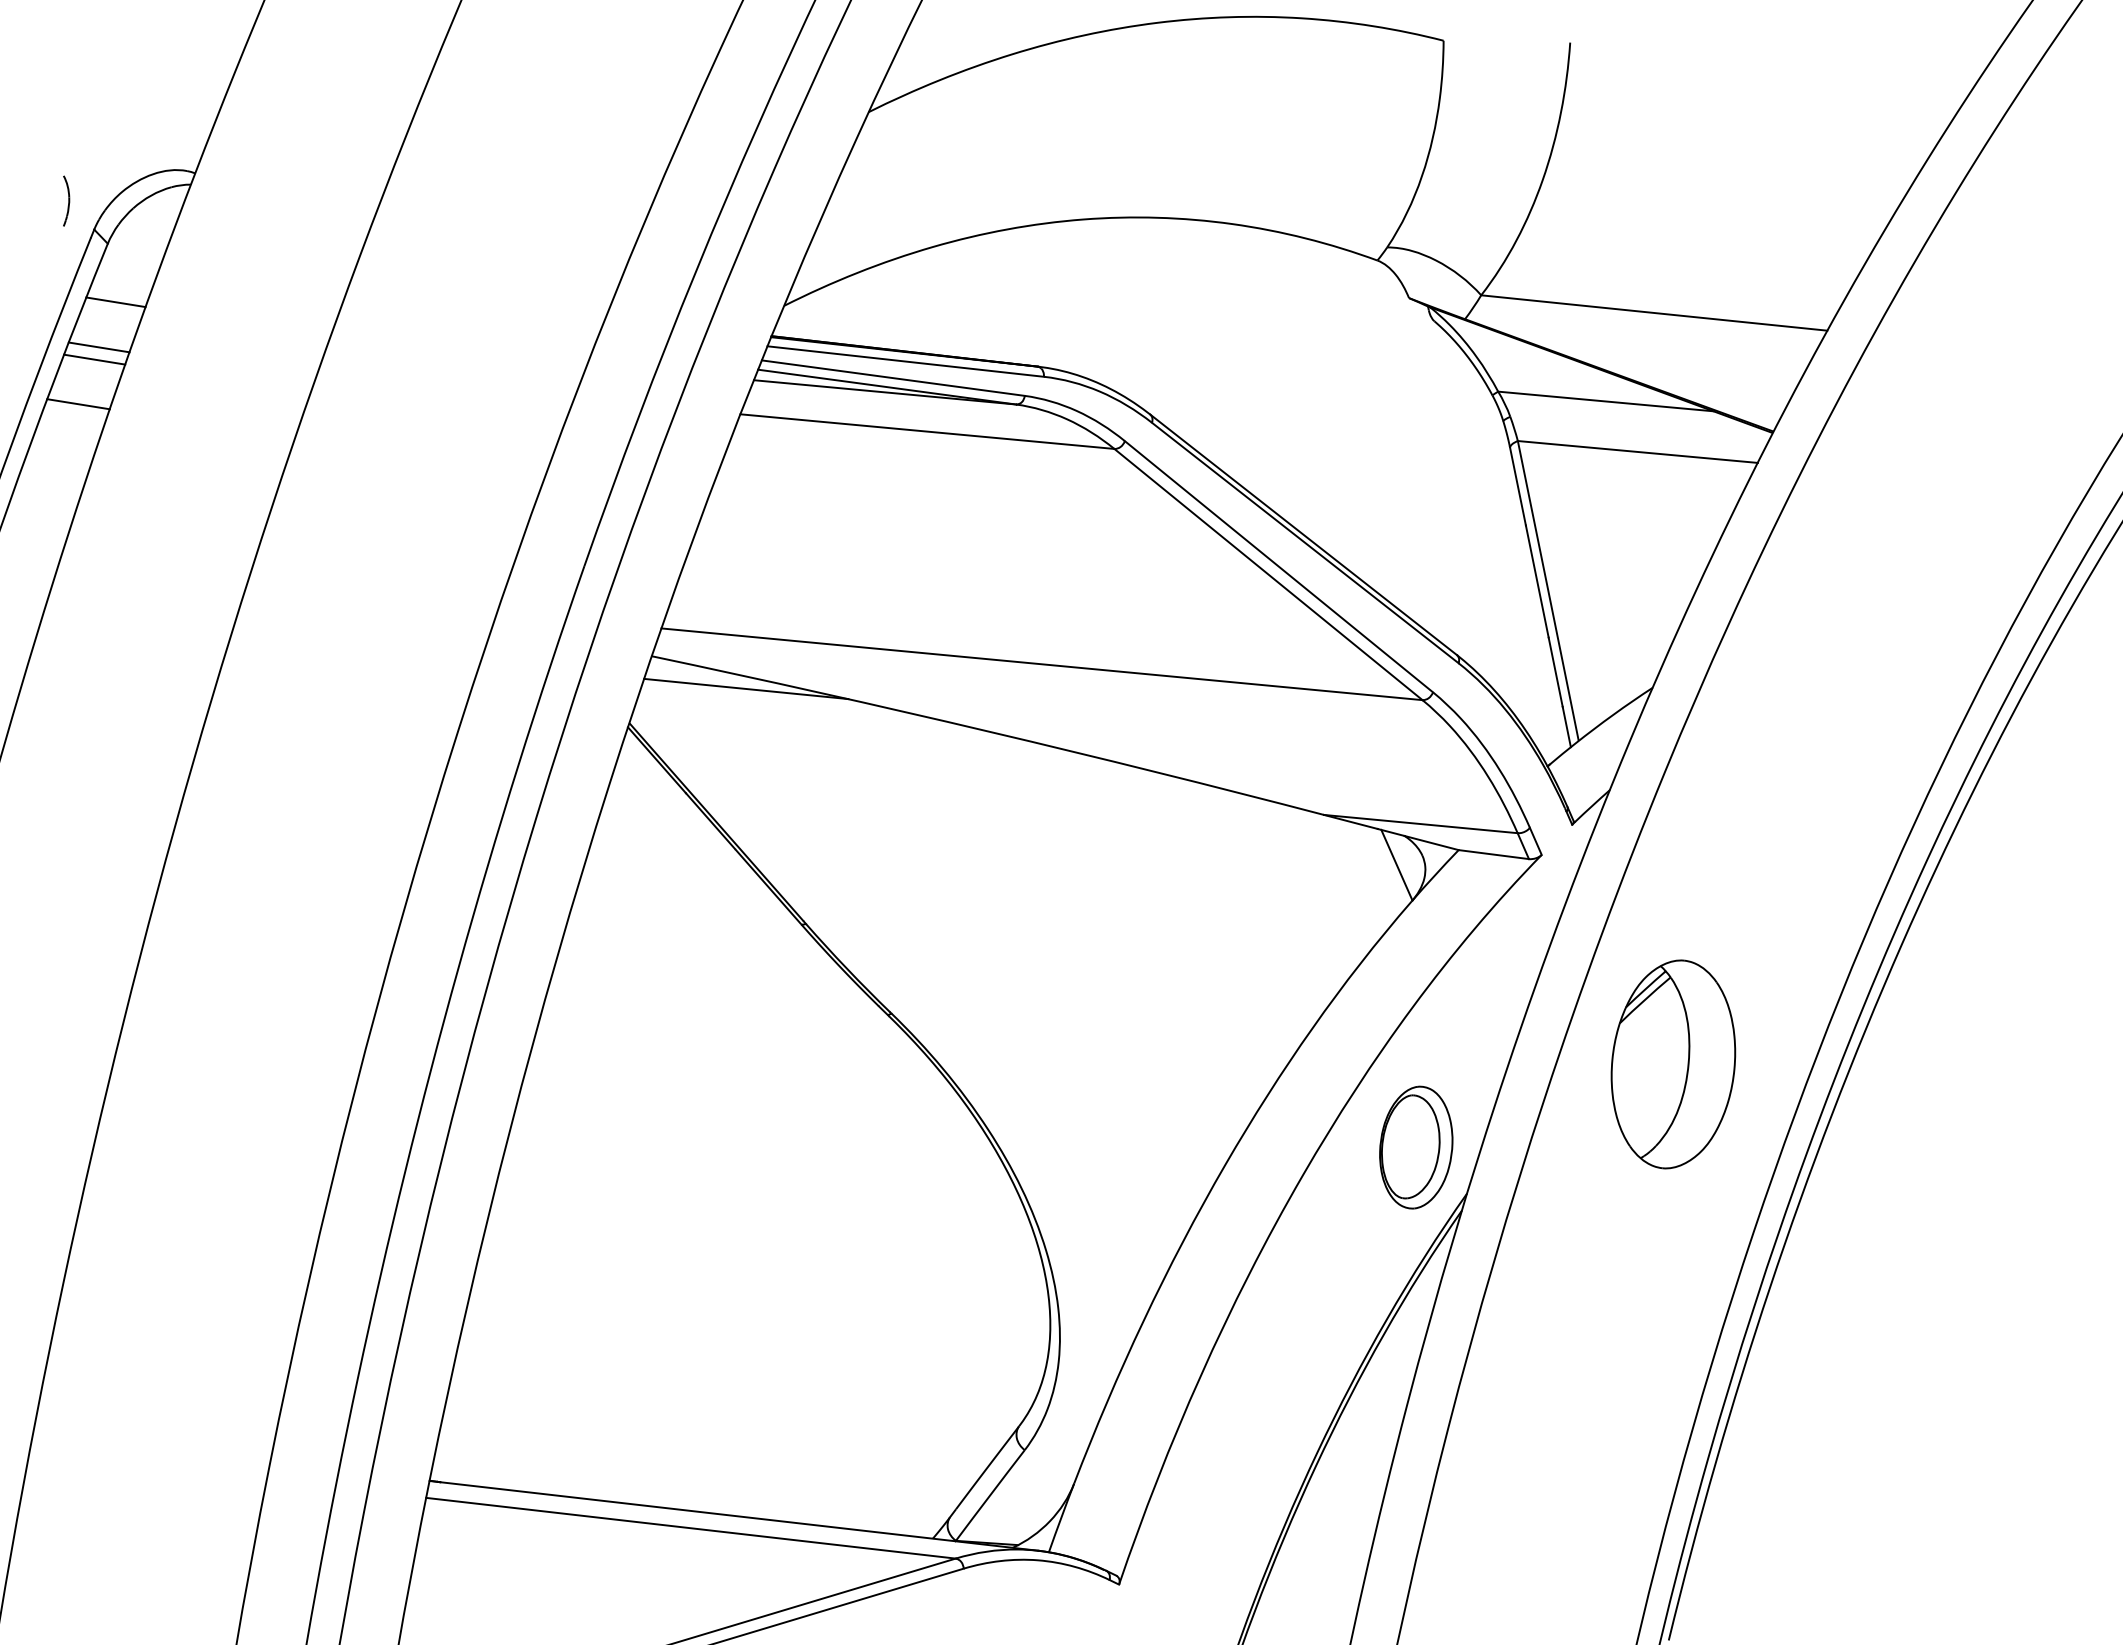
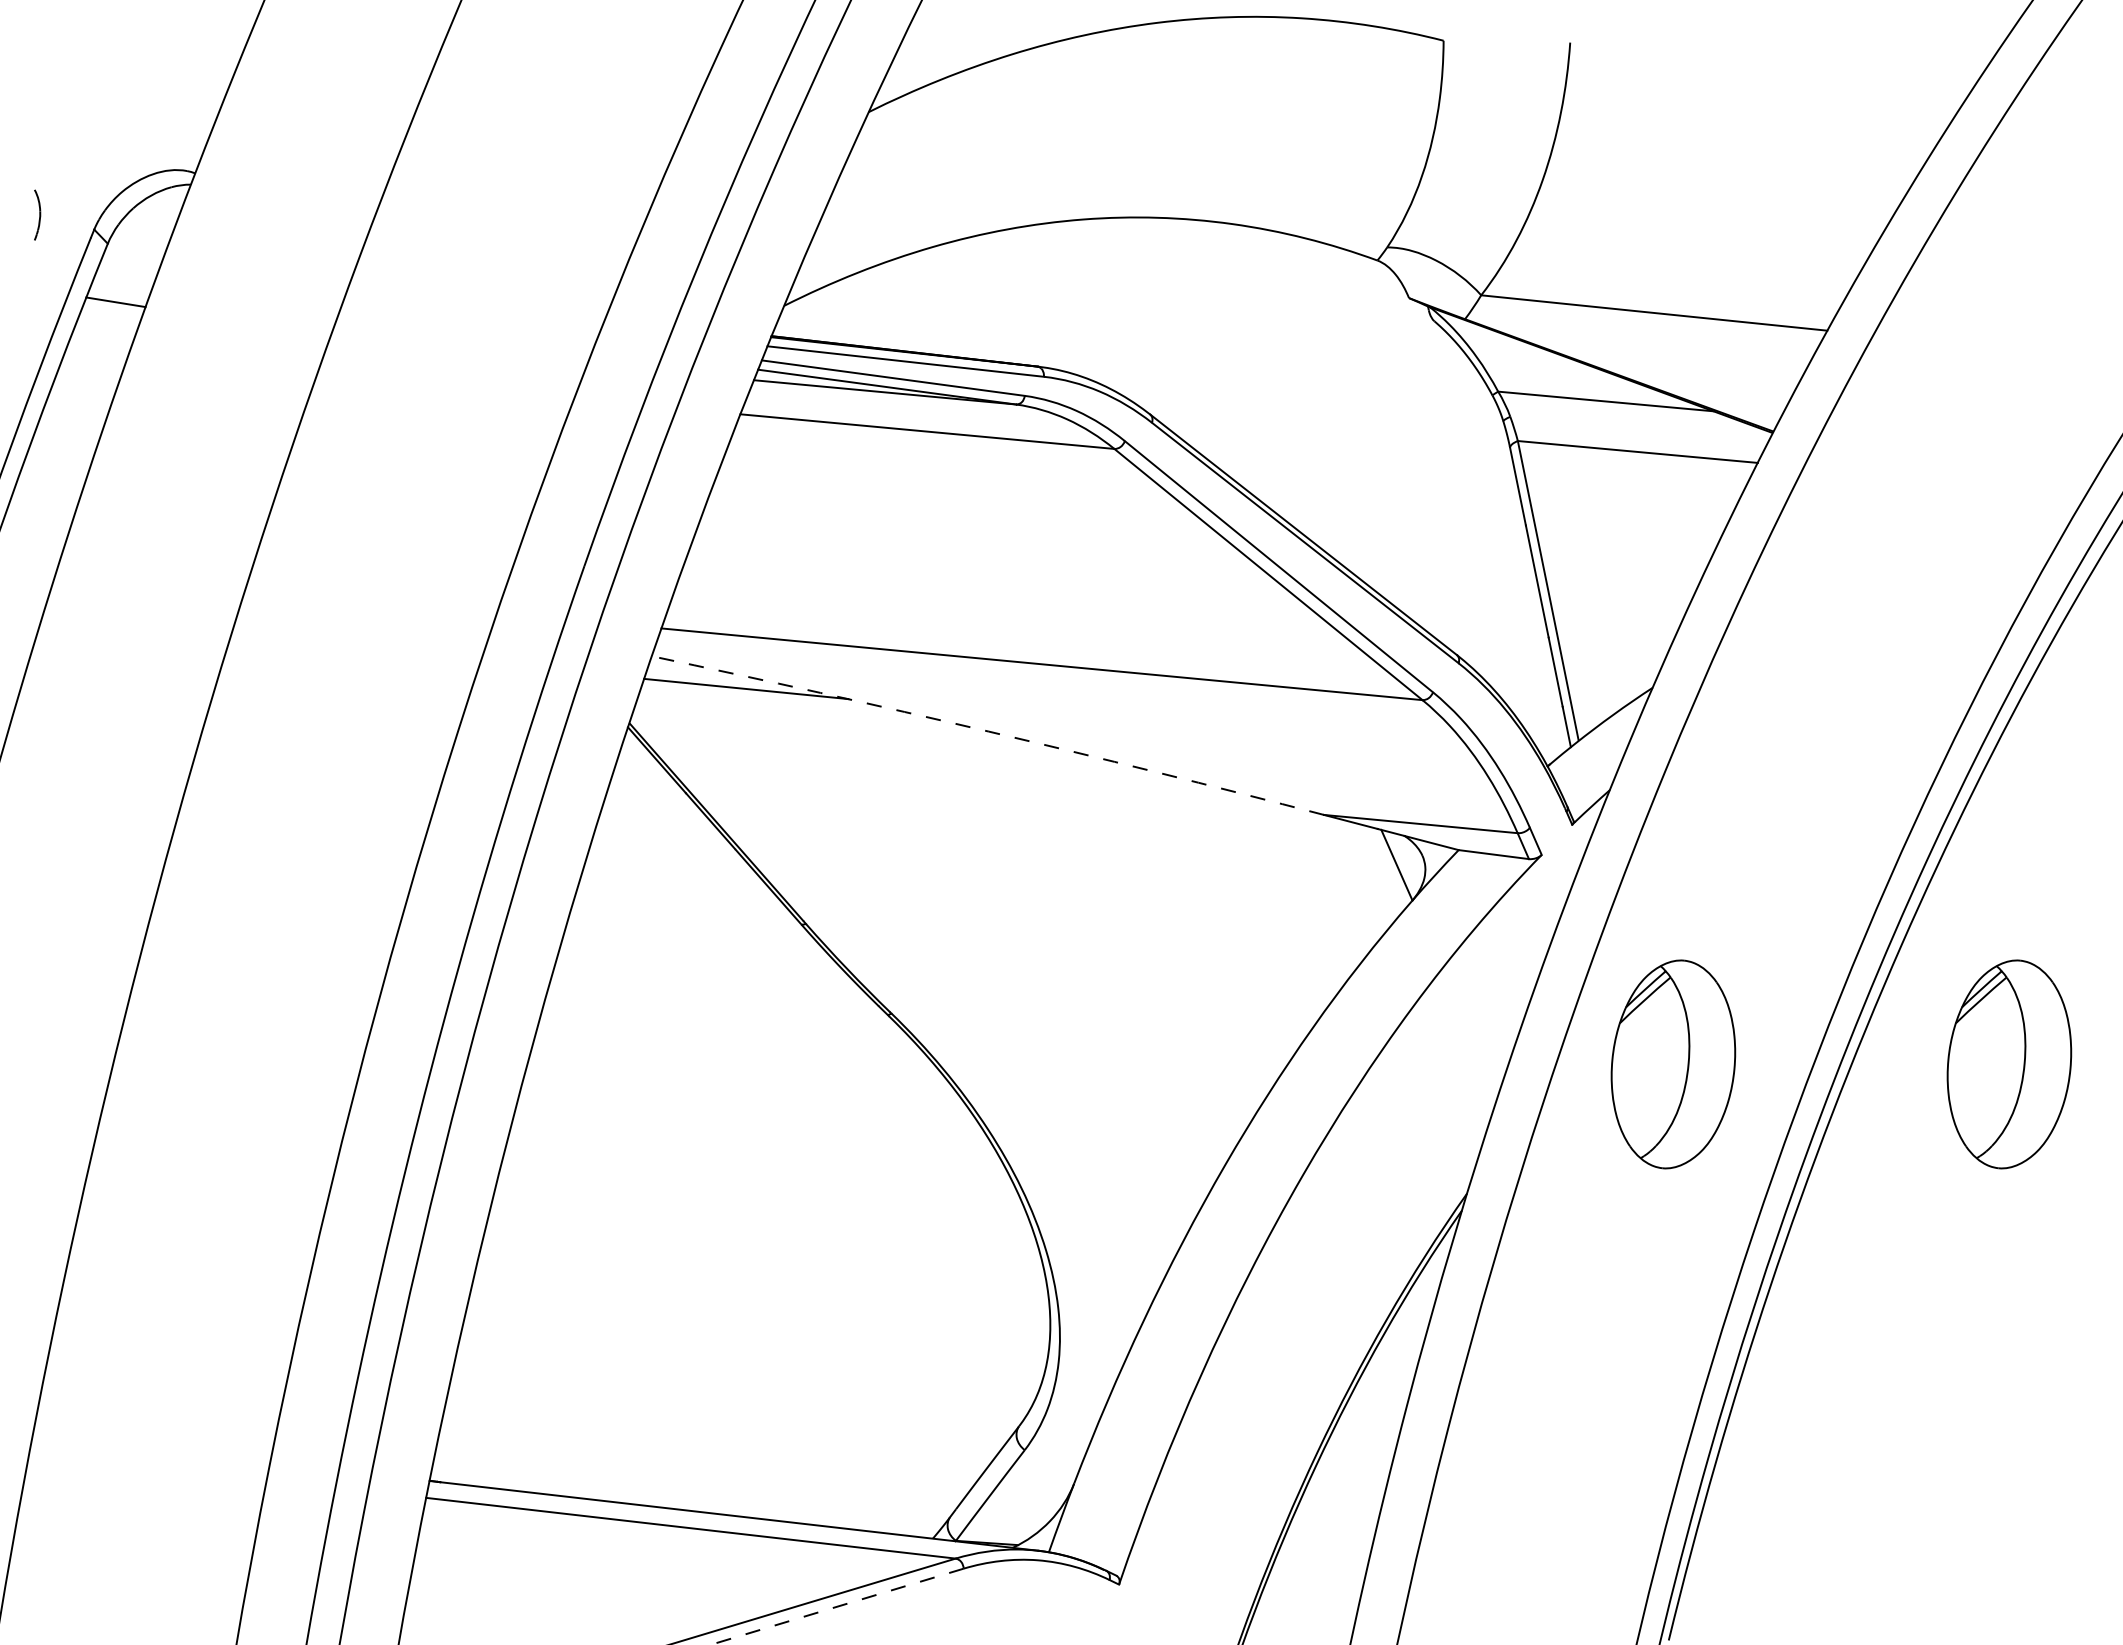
part at (66, 200) position: (66, 200) -> (37, 214)
line at (98, 347): present -> none
line at (94, 359): present -> none
line at (78, 404): present -> none
arc at (988, 731): solid -> dashed
part at (2009, 1064): none -> present
part at (1416, 1147): present -> none
line at (837, 1606): solid -> dashed
